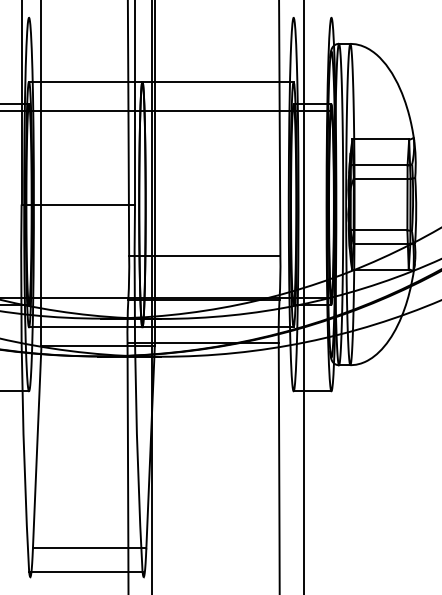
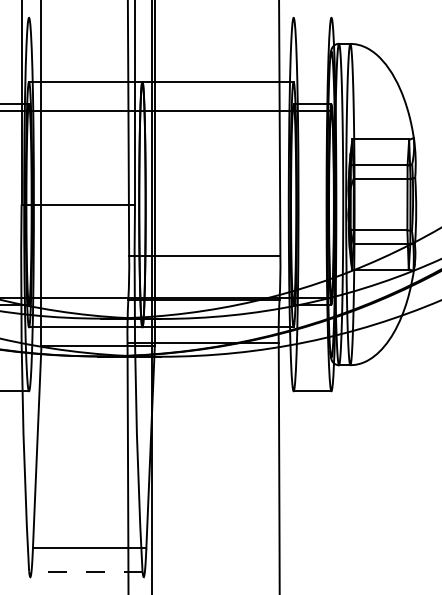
line at (303, 296): present -> none
line at (85, 571): solid -> dashed
